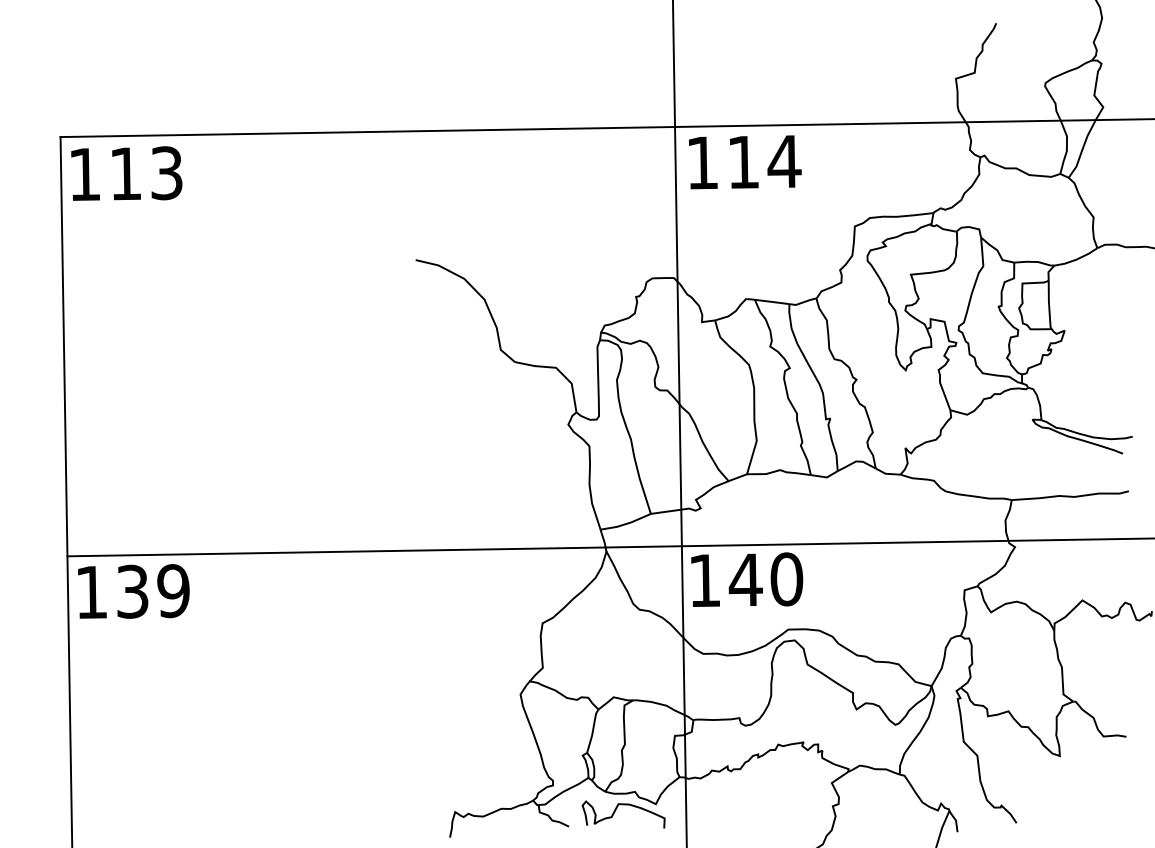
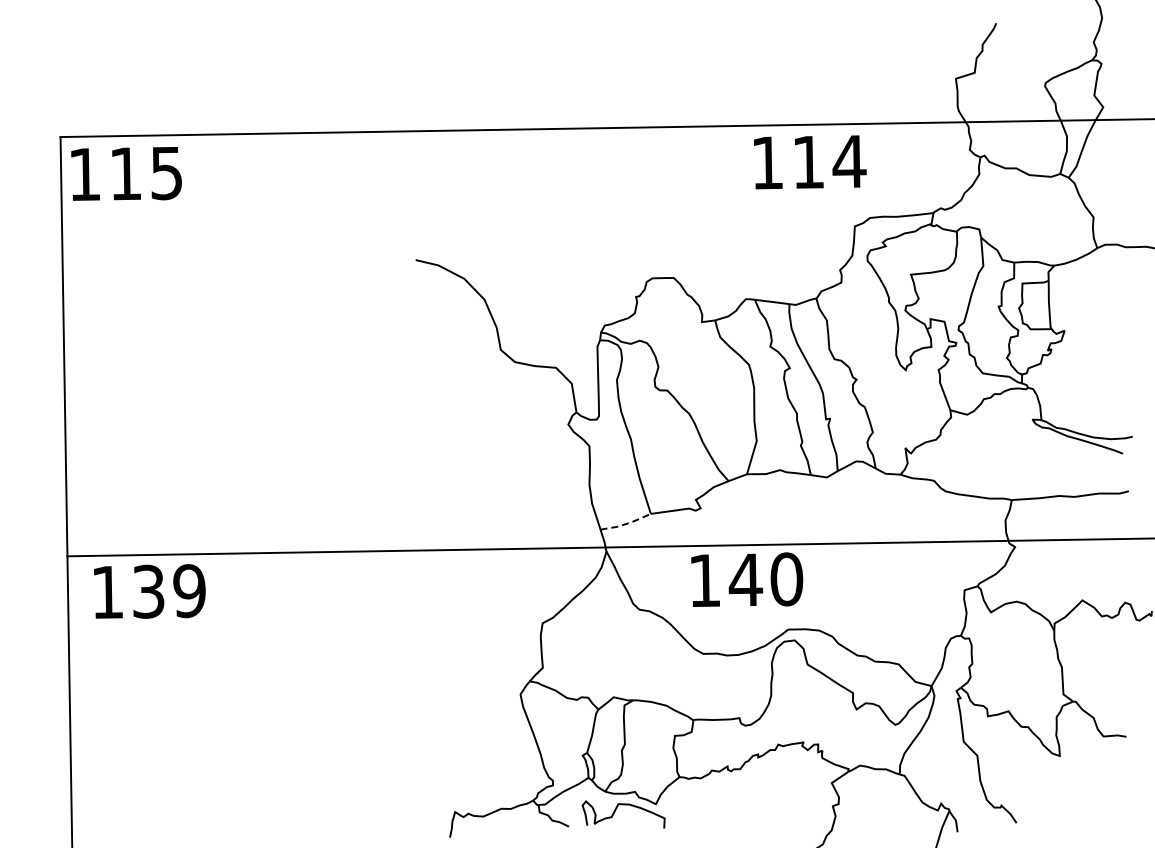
text at (745, 162) position: (745, 162) -> (810, 162)
text at (167, 172): 113 -> 115
line at (679, 423): present -> none
line at (626, 523): solid -> dashed
text at (133, 591) position: (133, 591) -> (149, 591)
